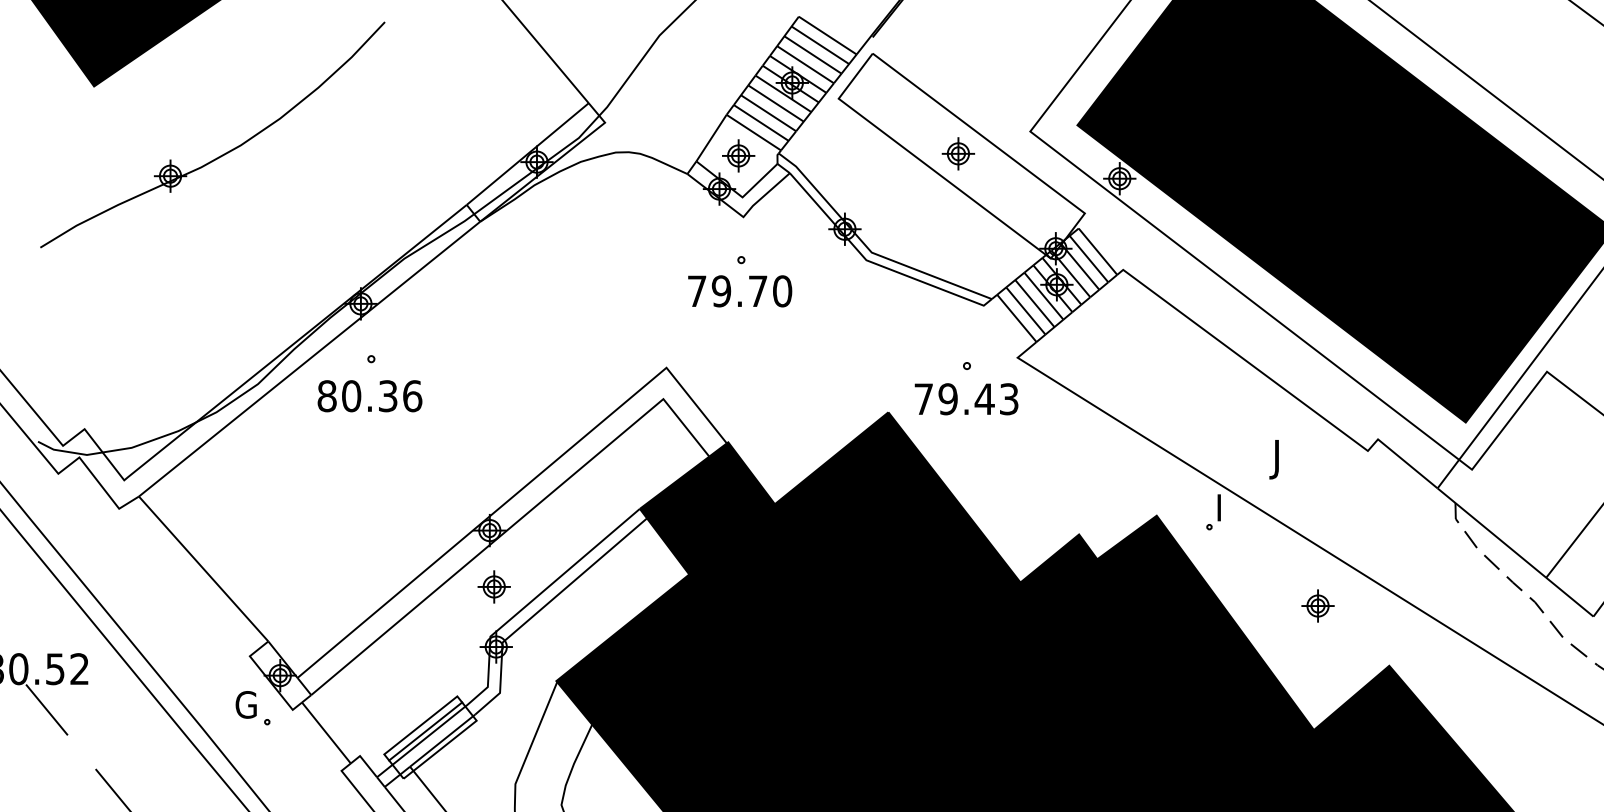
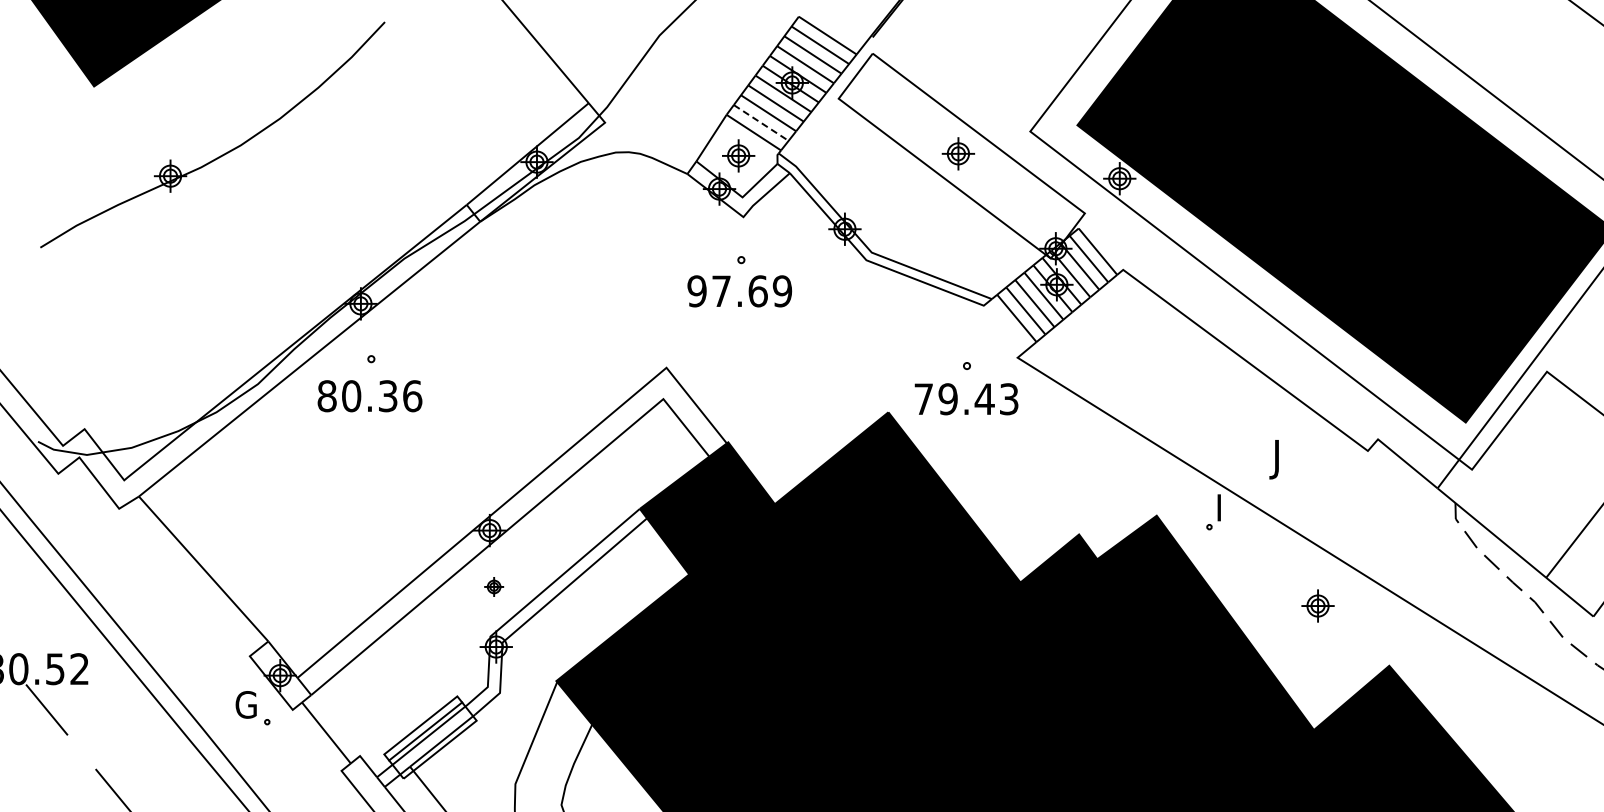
line at (761, 122): solid -> dashed
text at (739, 291): 79.70 -> 97.69
part at (493, 586) size: 34x34 px -> 21x20 px
